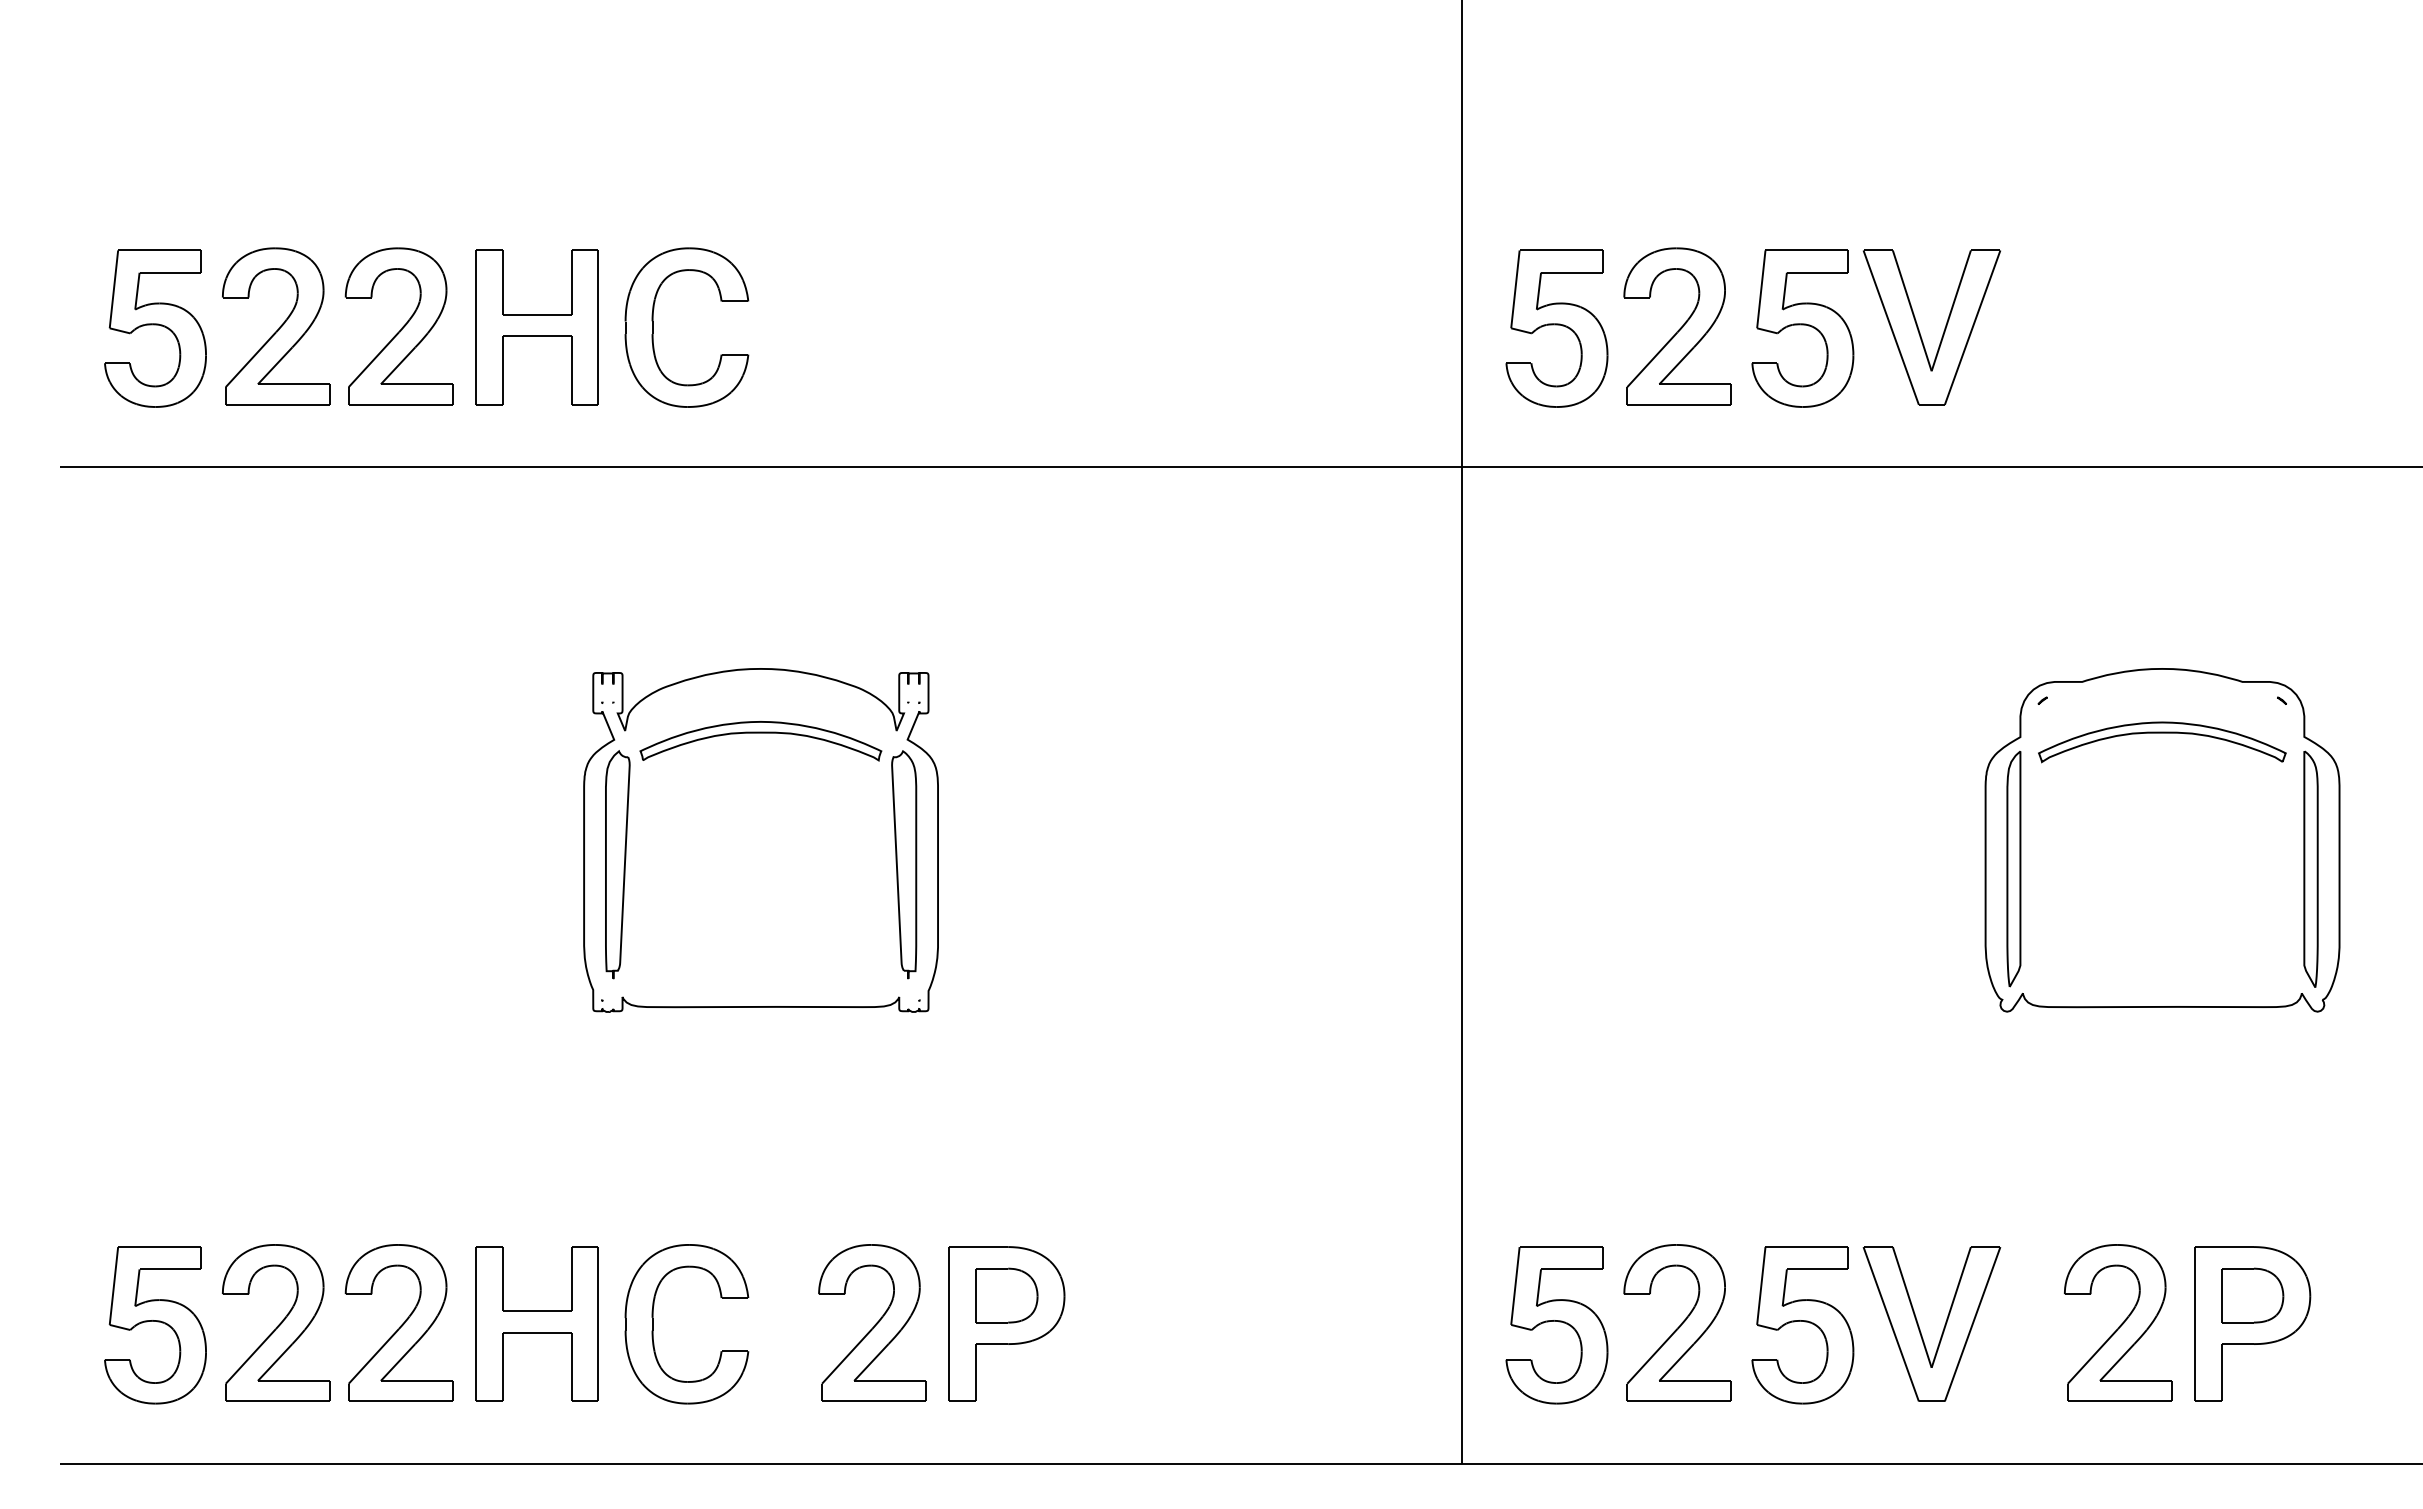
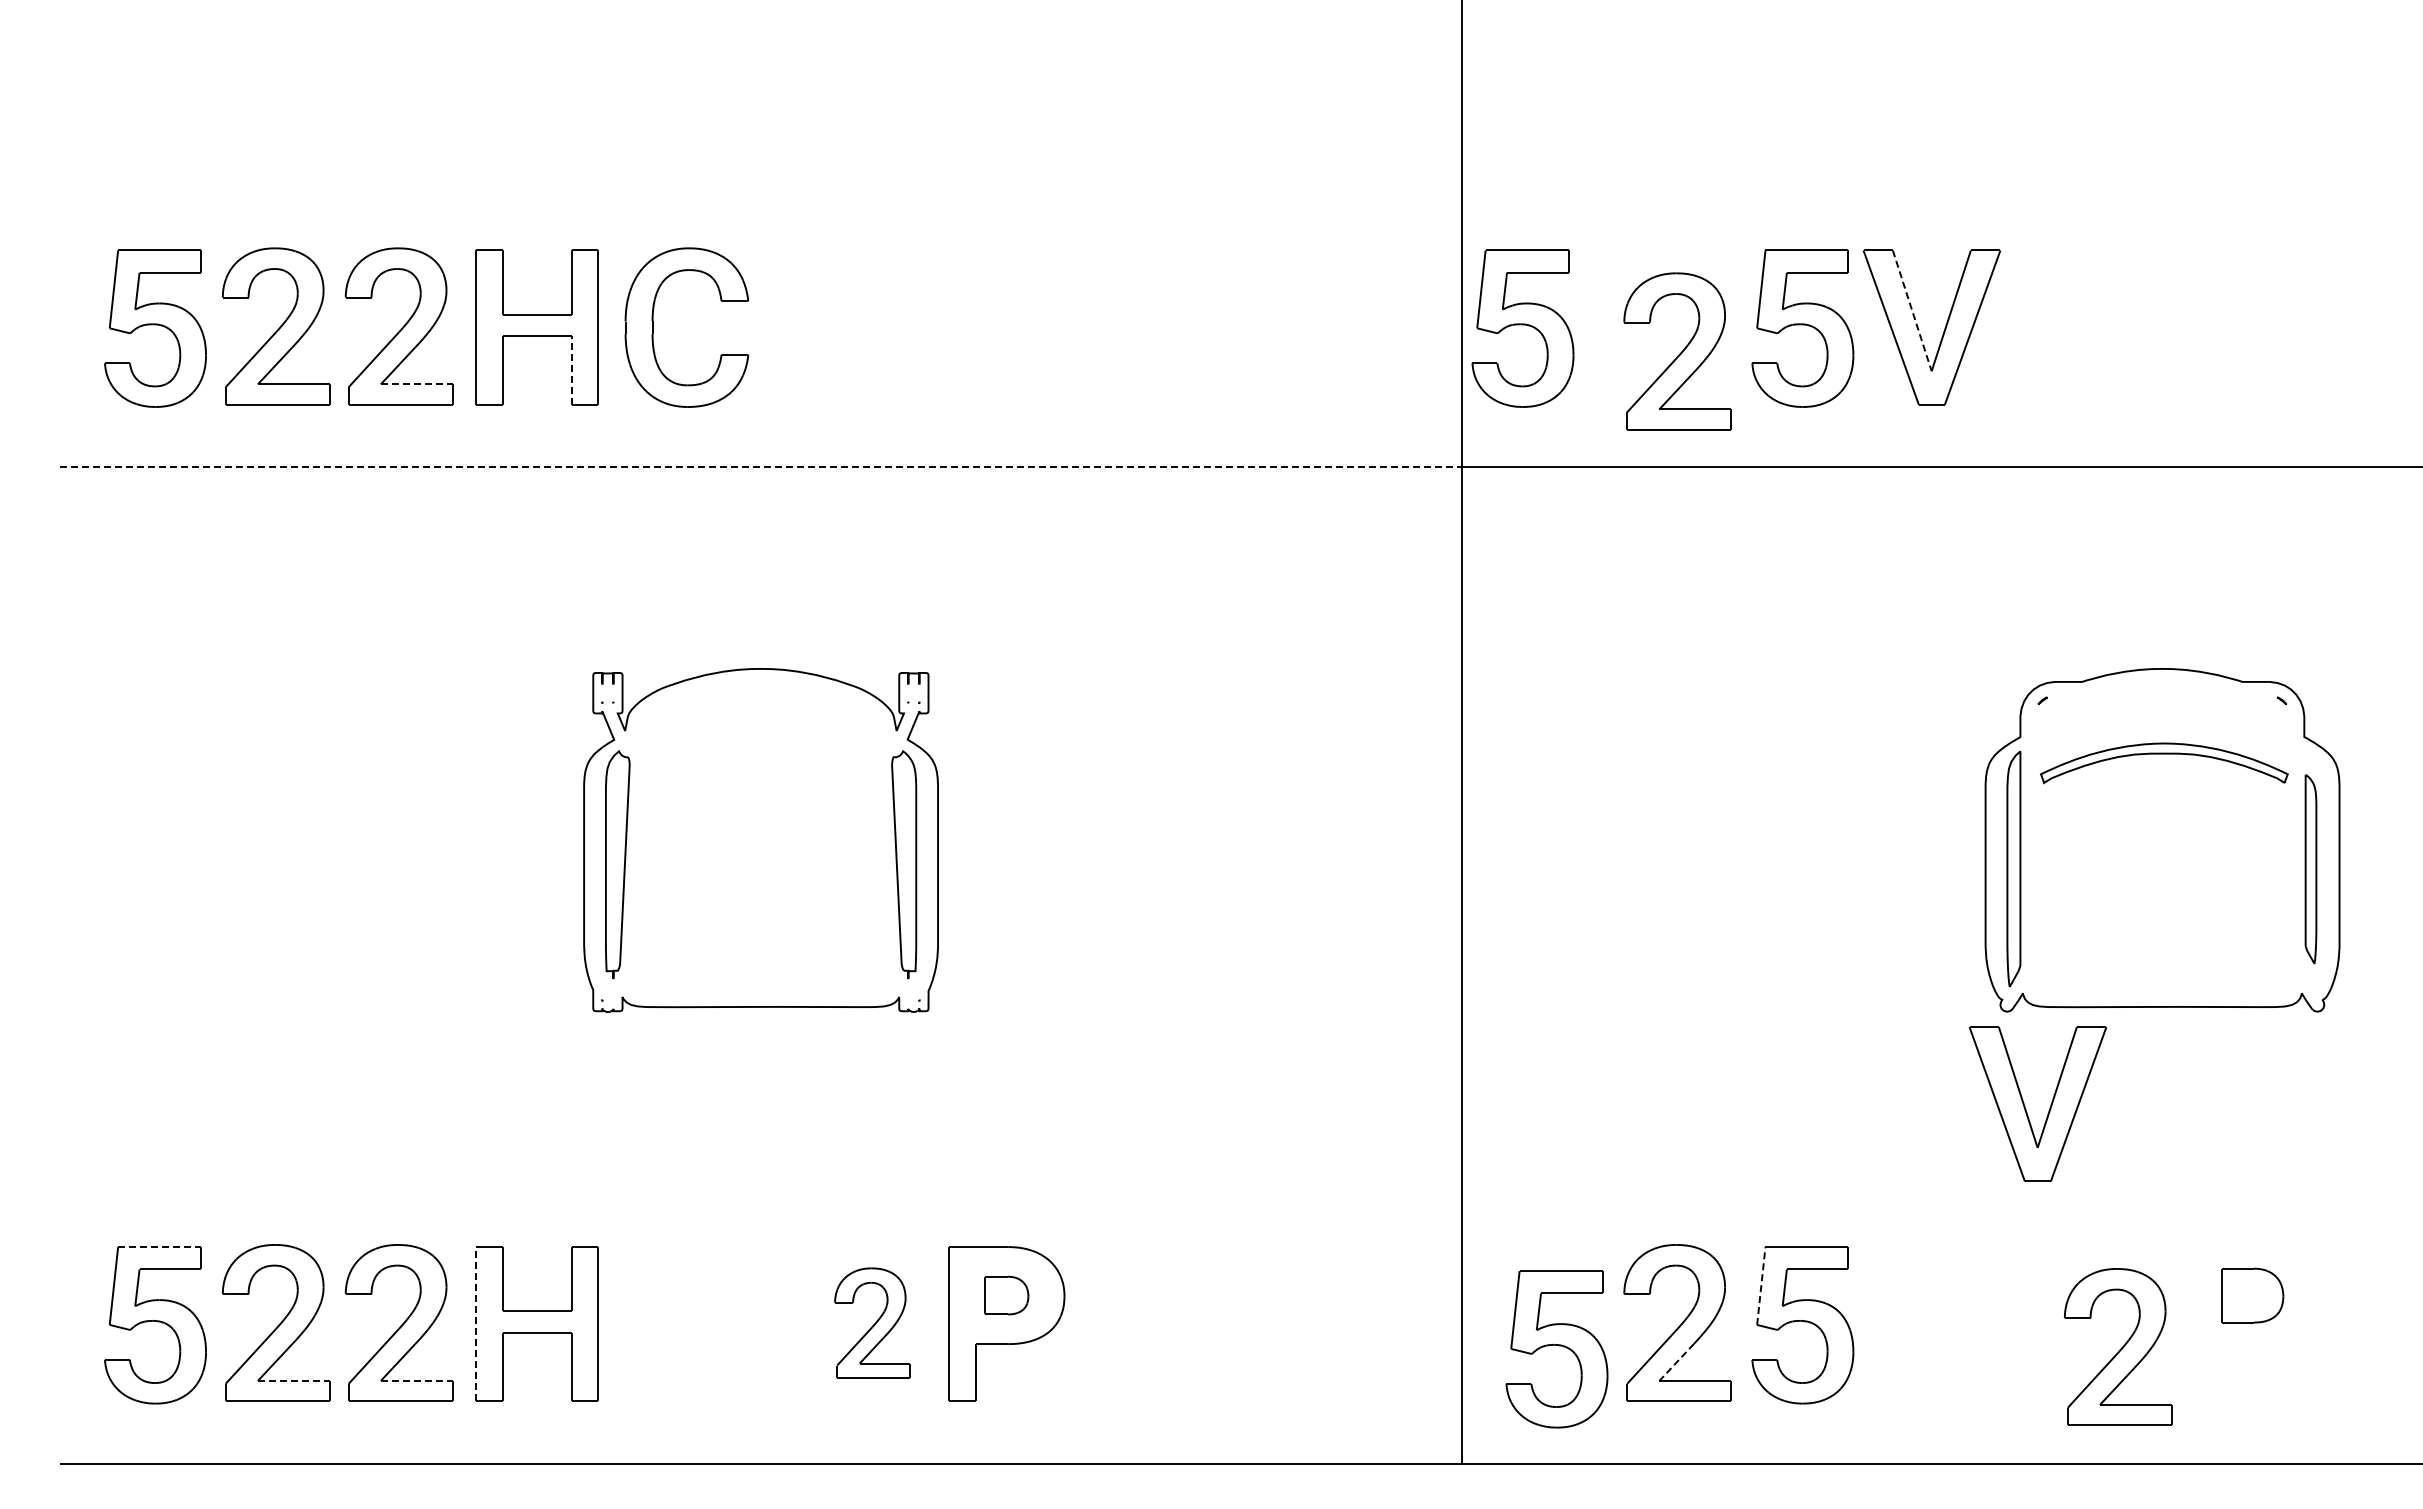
line at (1912, 311): solid -> dashed
part at (1677, 326) position: (1677, 326) -> (1677, 351)
part at (1556, 328) position: (1556, 328) -> (1522, 328)
line at (571, 370): solid -> dashed
line at (416, 384): solid -> dashed
line at (760, 467): solid -> dashed
part at (760, 733): present -> none
part at (2162, 733) position: (2162, 733) -> (2164, 754)
part at (2310, 868) size: 16x238 px -> 14x191 px
line at (160, 1247): solid -> dashed
line at (1761, 1285): solid -> dashed
part at (1006, 1295) size: 64x57 px -> 46x41 px
part at (872, 1322) size: 109x158 px -> 77x112 px
part at (2118, 1322) position: (2118, 1322) -> (2118, 1346)
line at (475, 1323): solid -> dashed
part at (2252, 1323): present -> none
part at (653, 1324): present -> none
part at (1556, 1325) position: (1556, 1325) -> (1556, 1349)
part at (1919, 1326) position: (1919, 1326) -> (2025, 1106)
line at (1676, 1362): solid -> dashed
line at (293, 1380): solid -> dashed
line at (416, 1380): solid -> dashed
